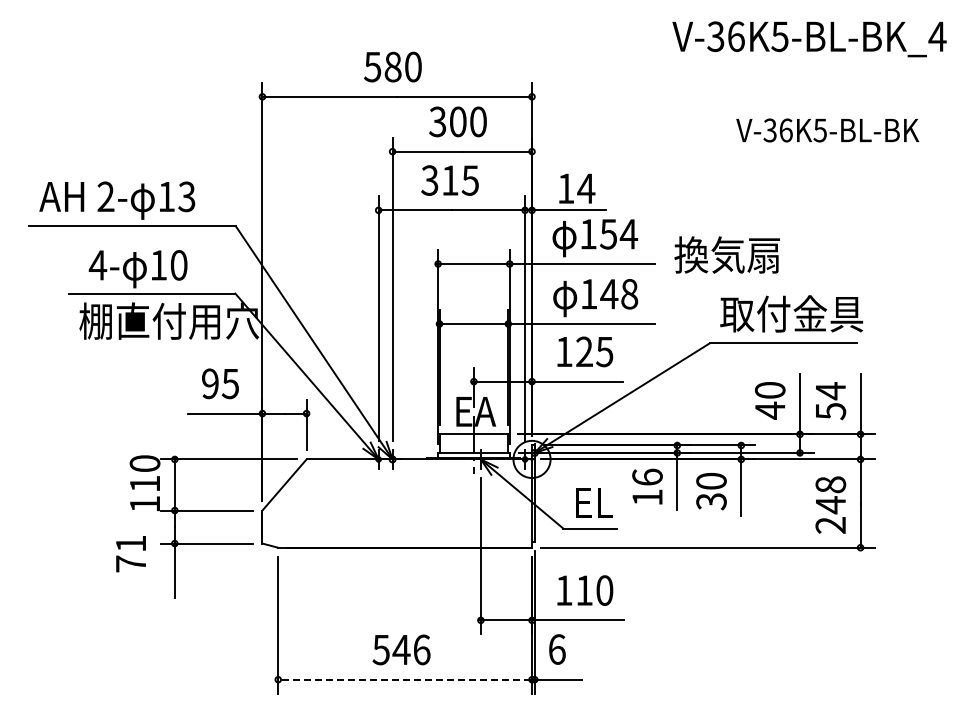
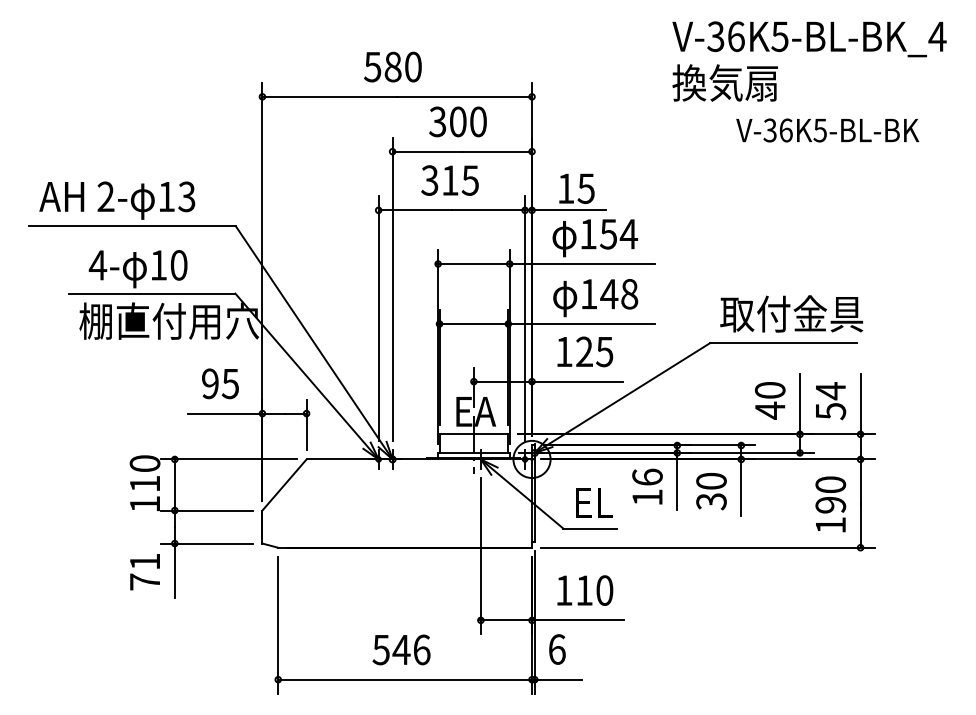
text at (586, 188): 14 -> 15
text at (726, 254) position: (726, 254) -> (724, 82)
text at (830, 504): 248 -> 190
text at (130, 554) position: (130, 554) -> (144, 572)
line at (405, 679): dashed -> solid
